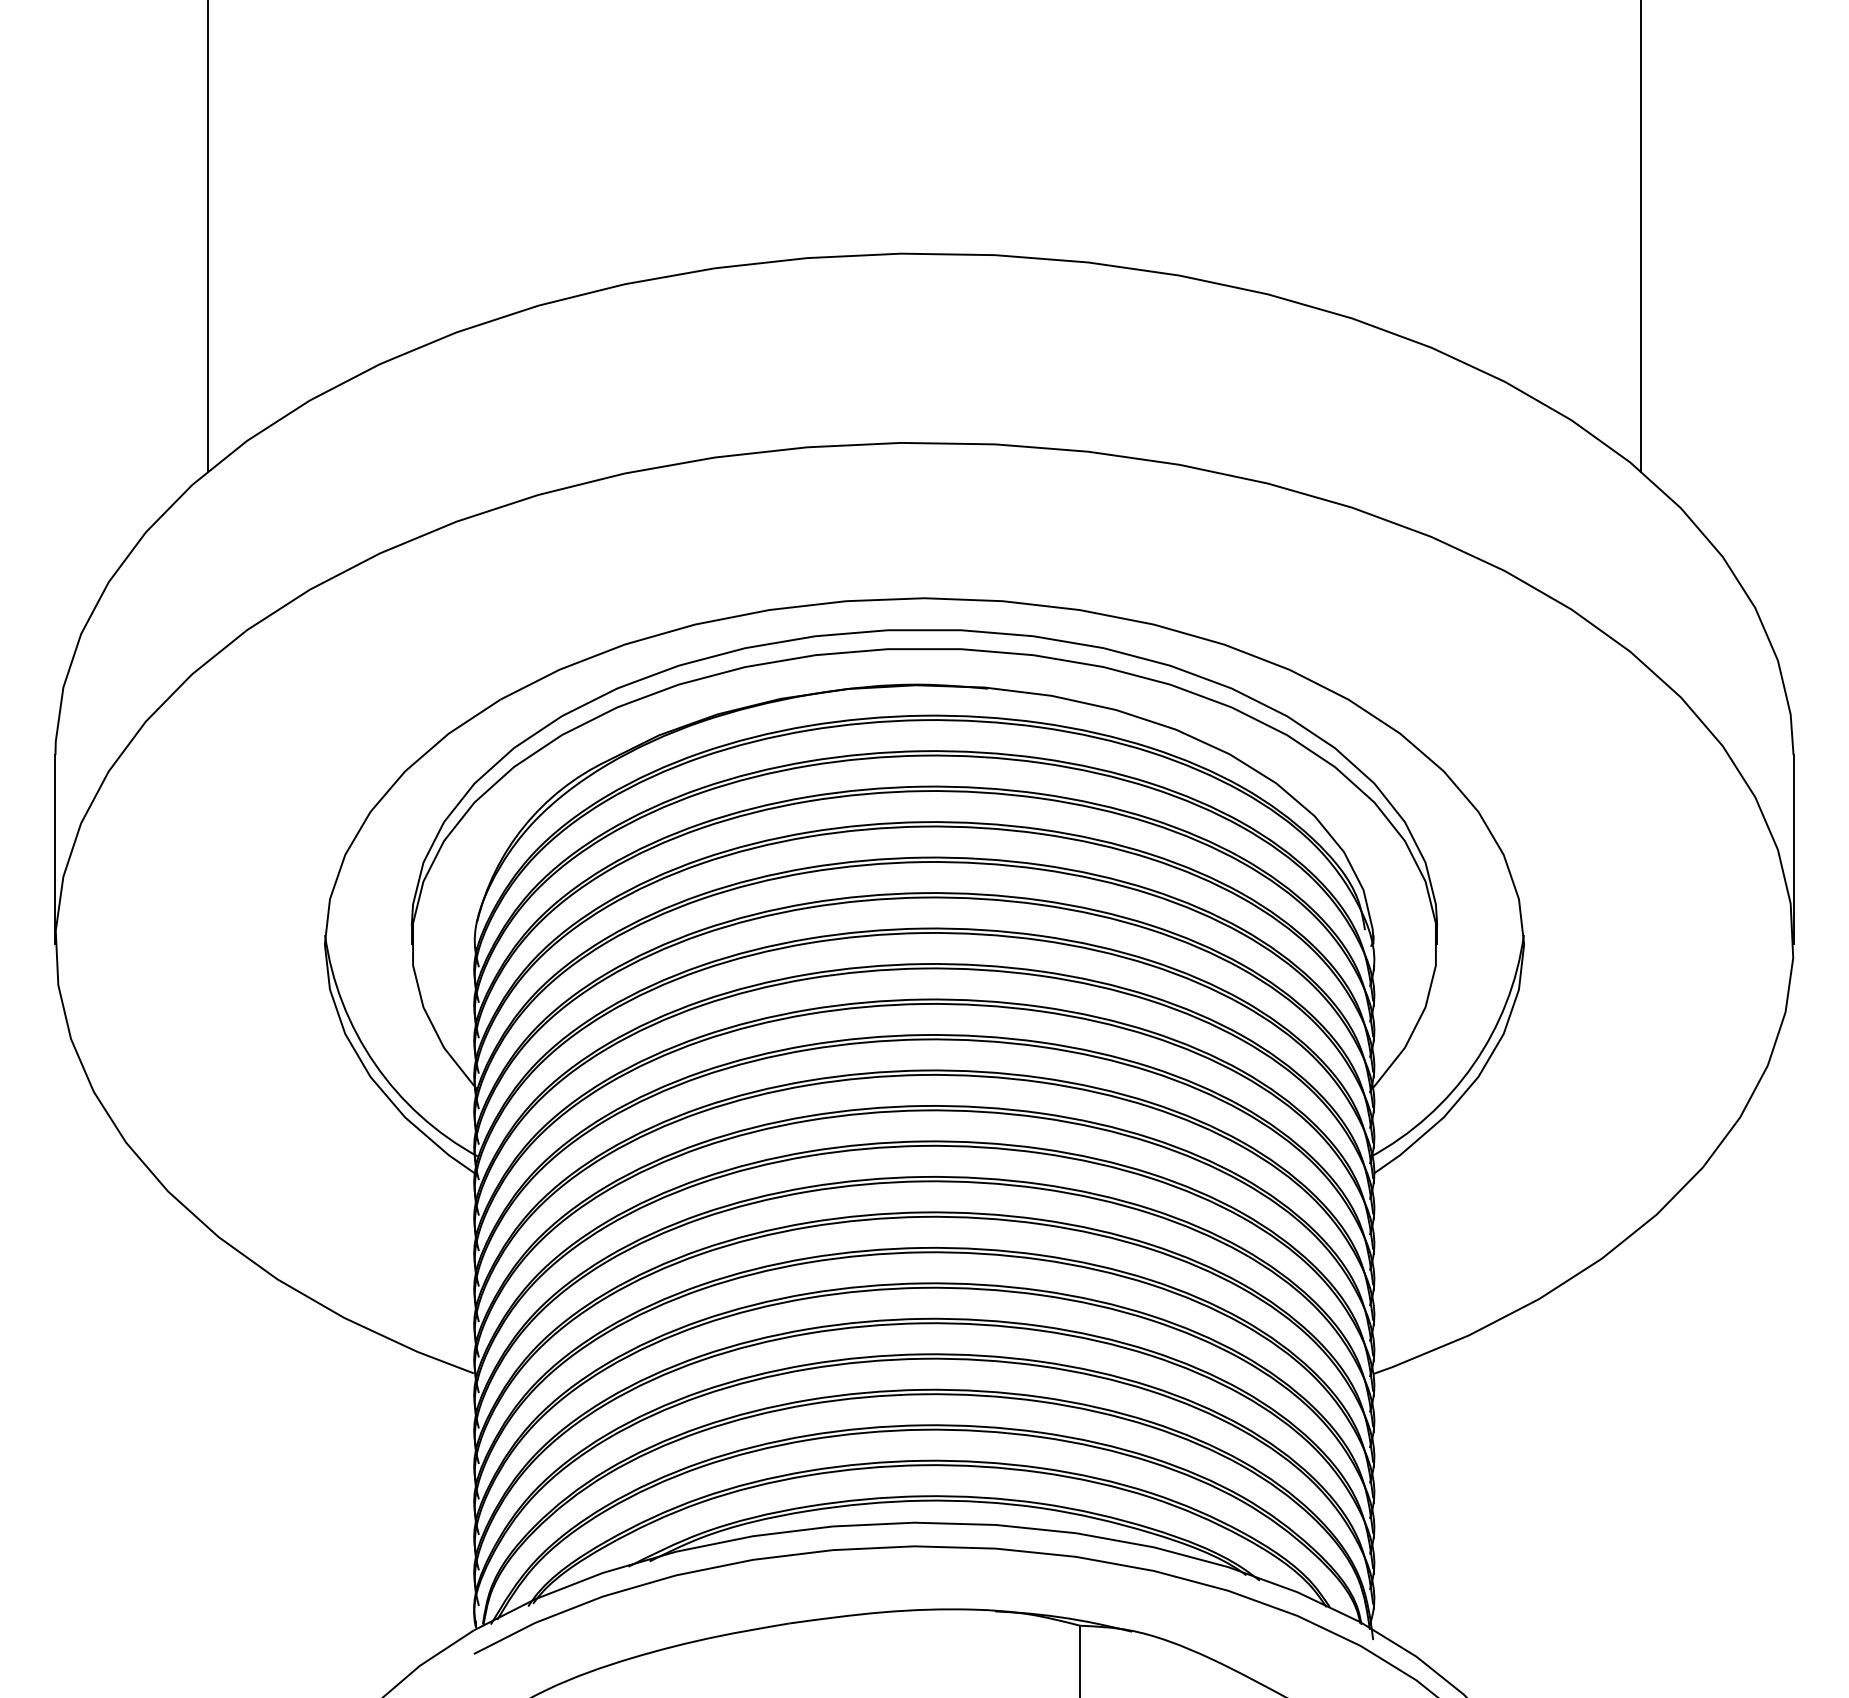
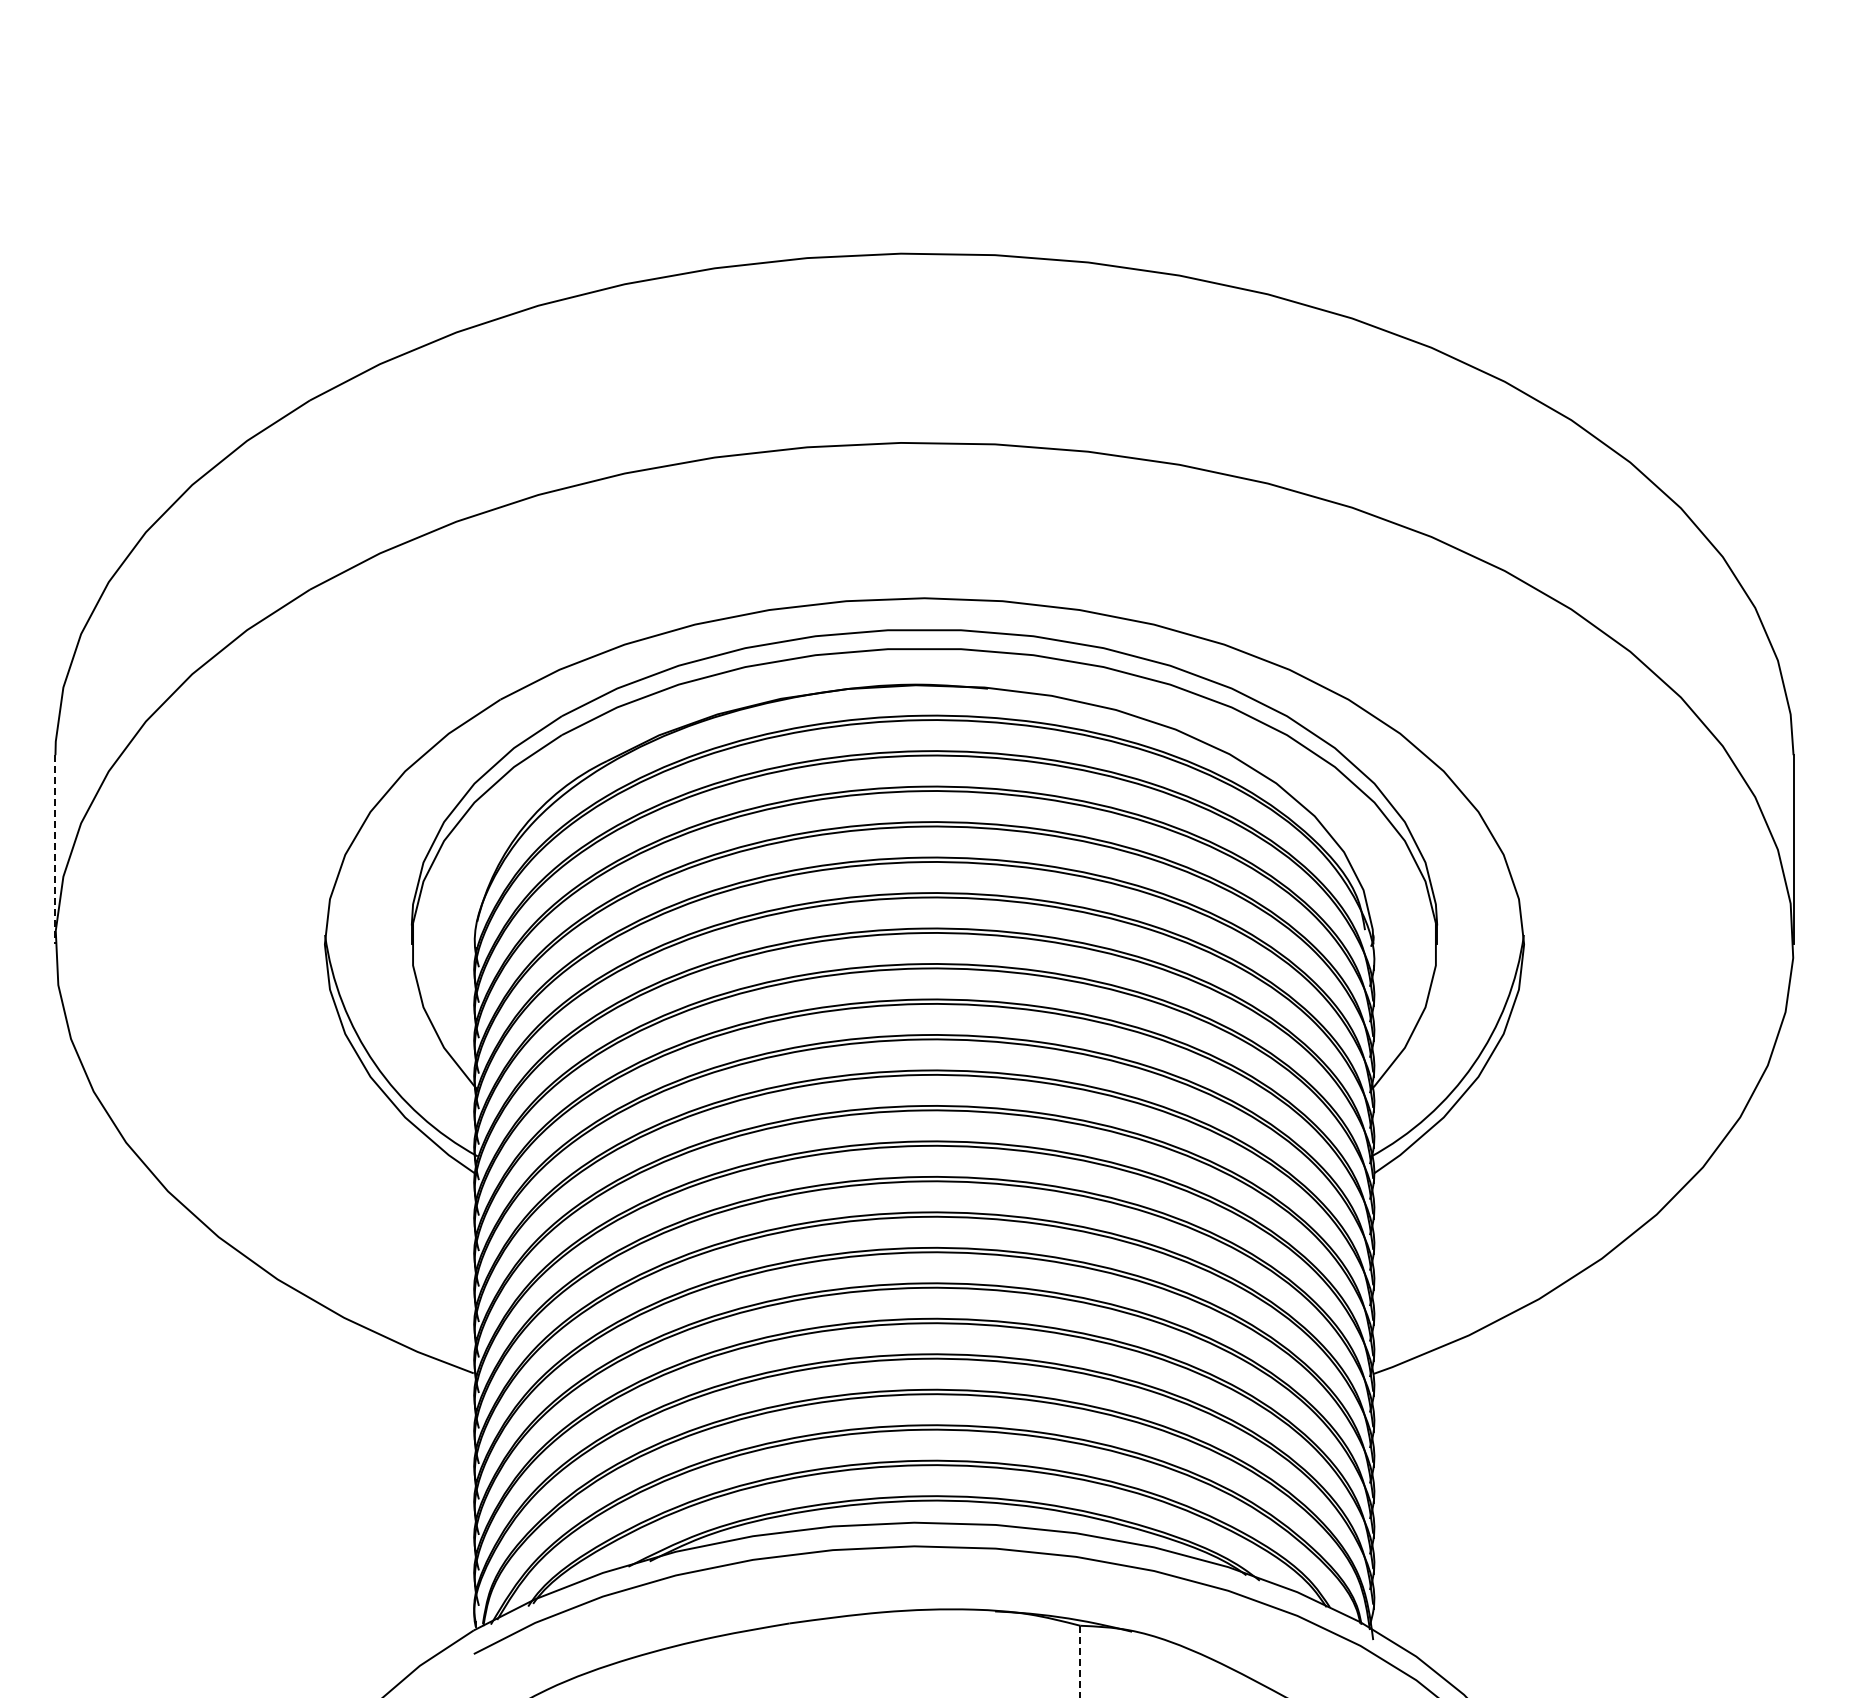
line at (207, 236): present -> none
line at (1641, 236): present -> none
line at (55, 849): solid -> dashed
line at (1080, 1661): solid -> dashed
